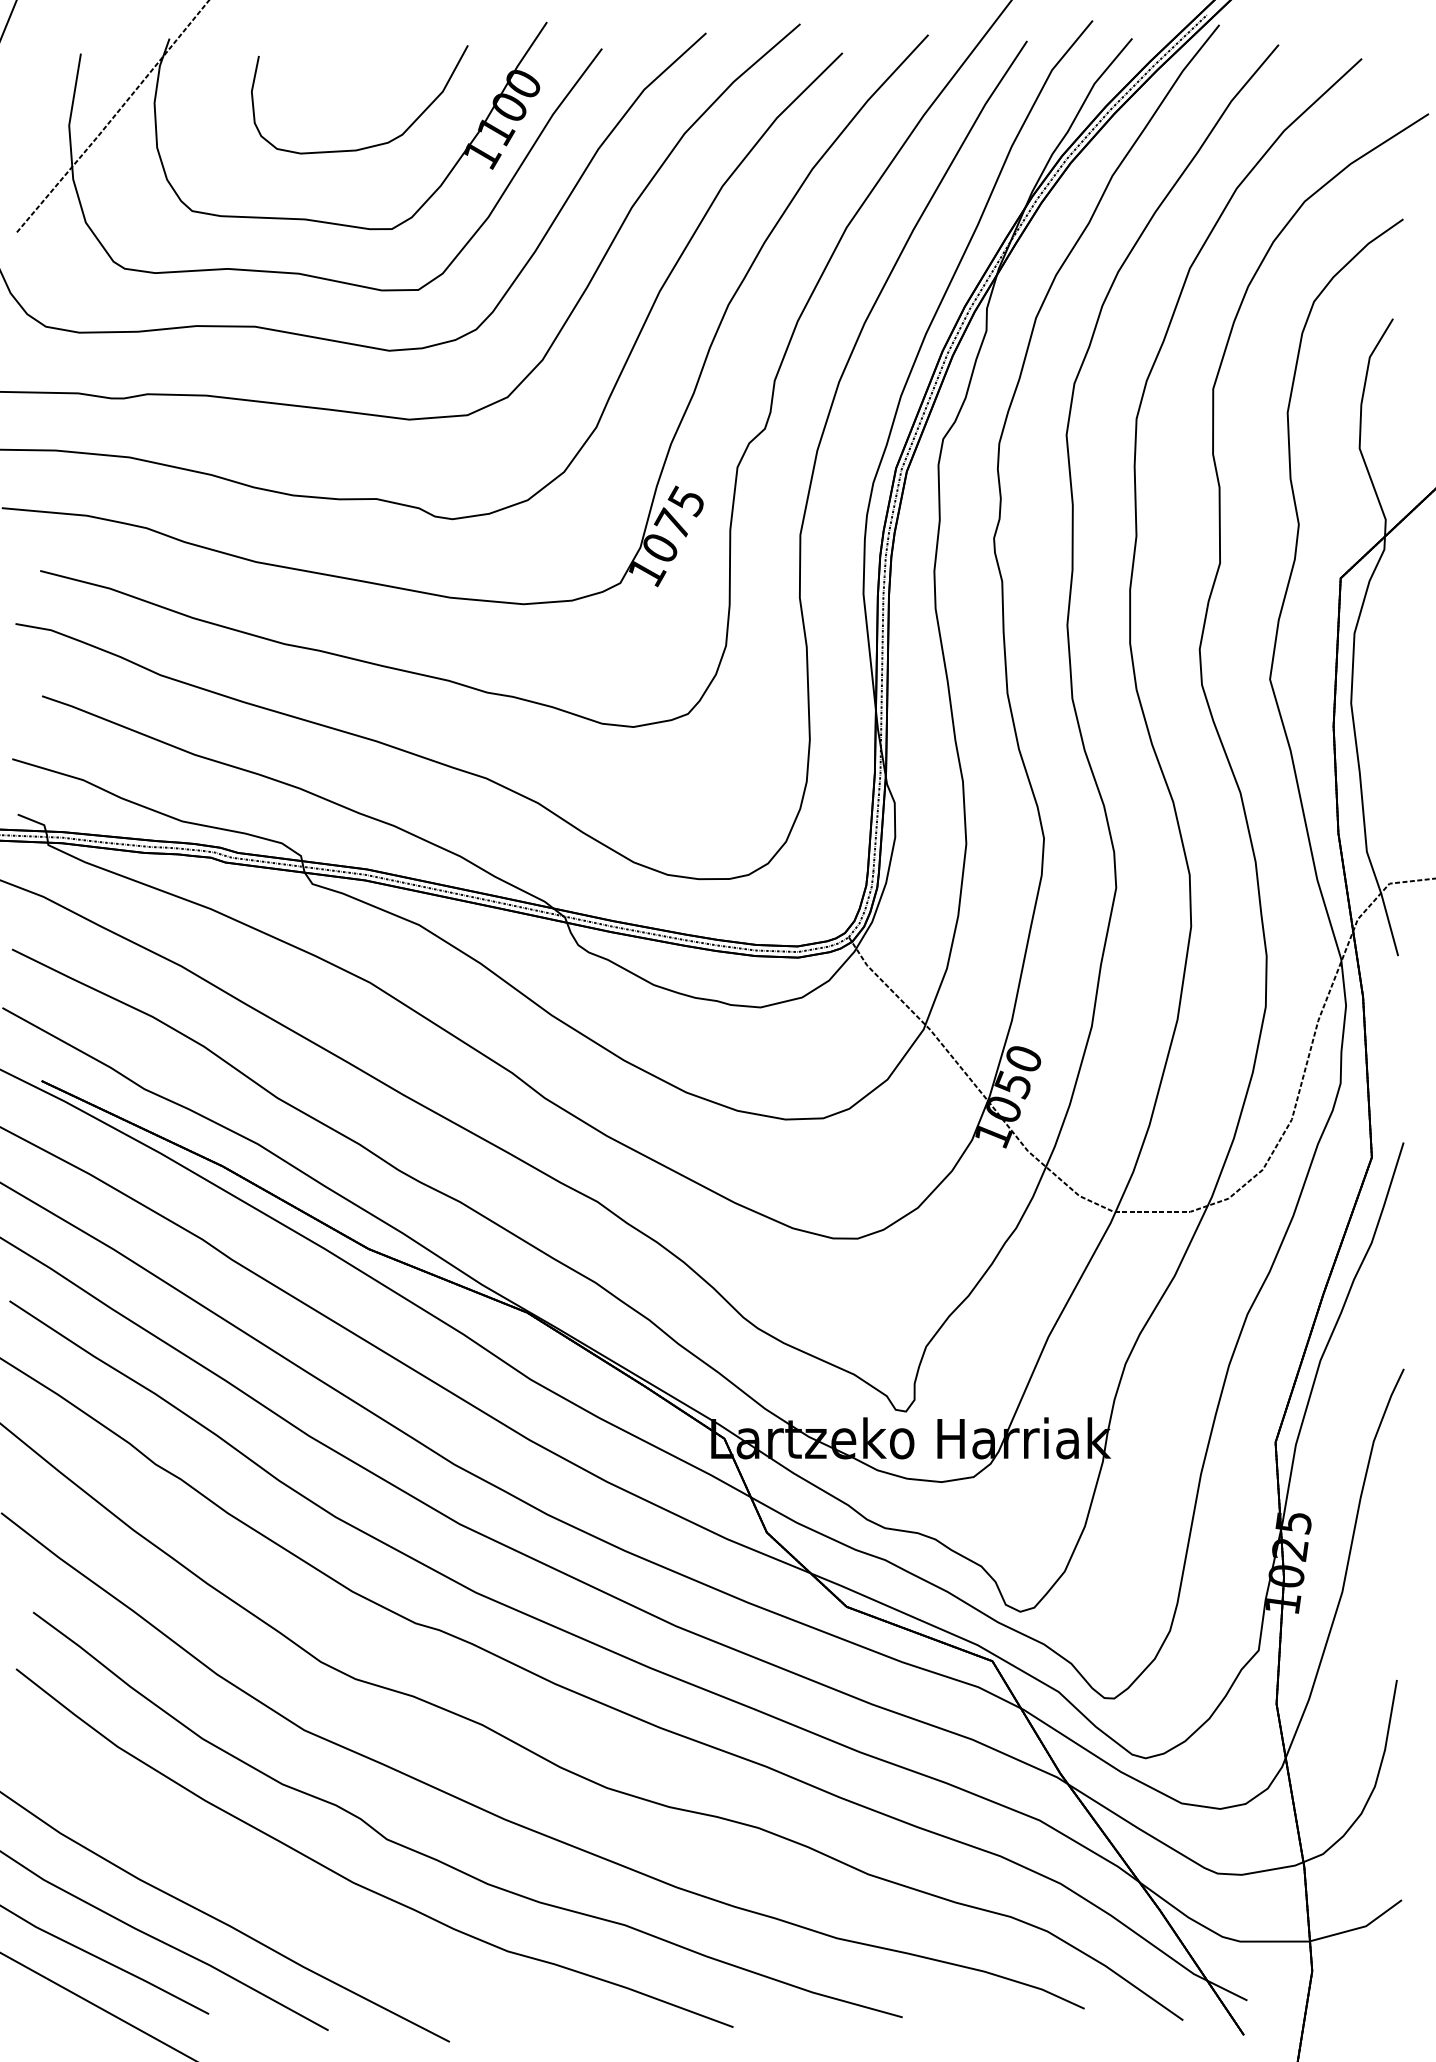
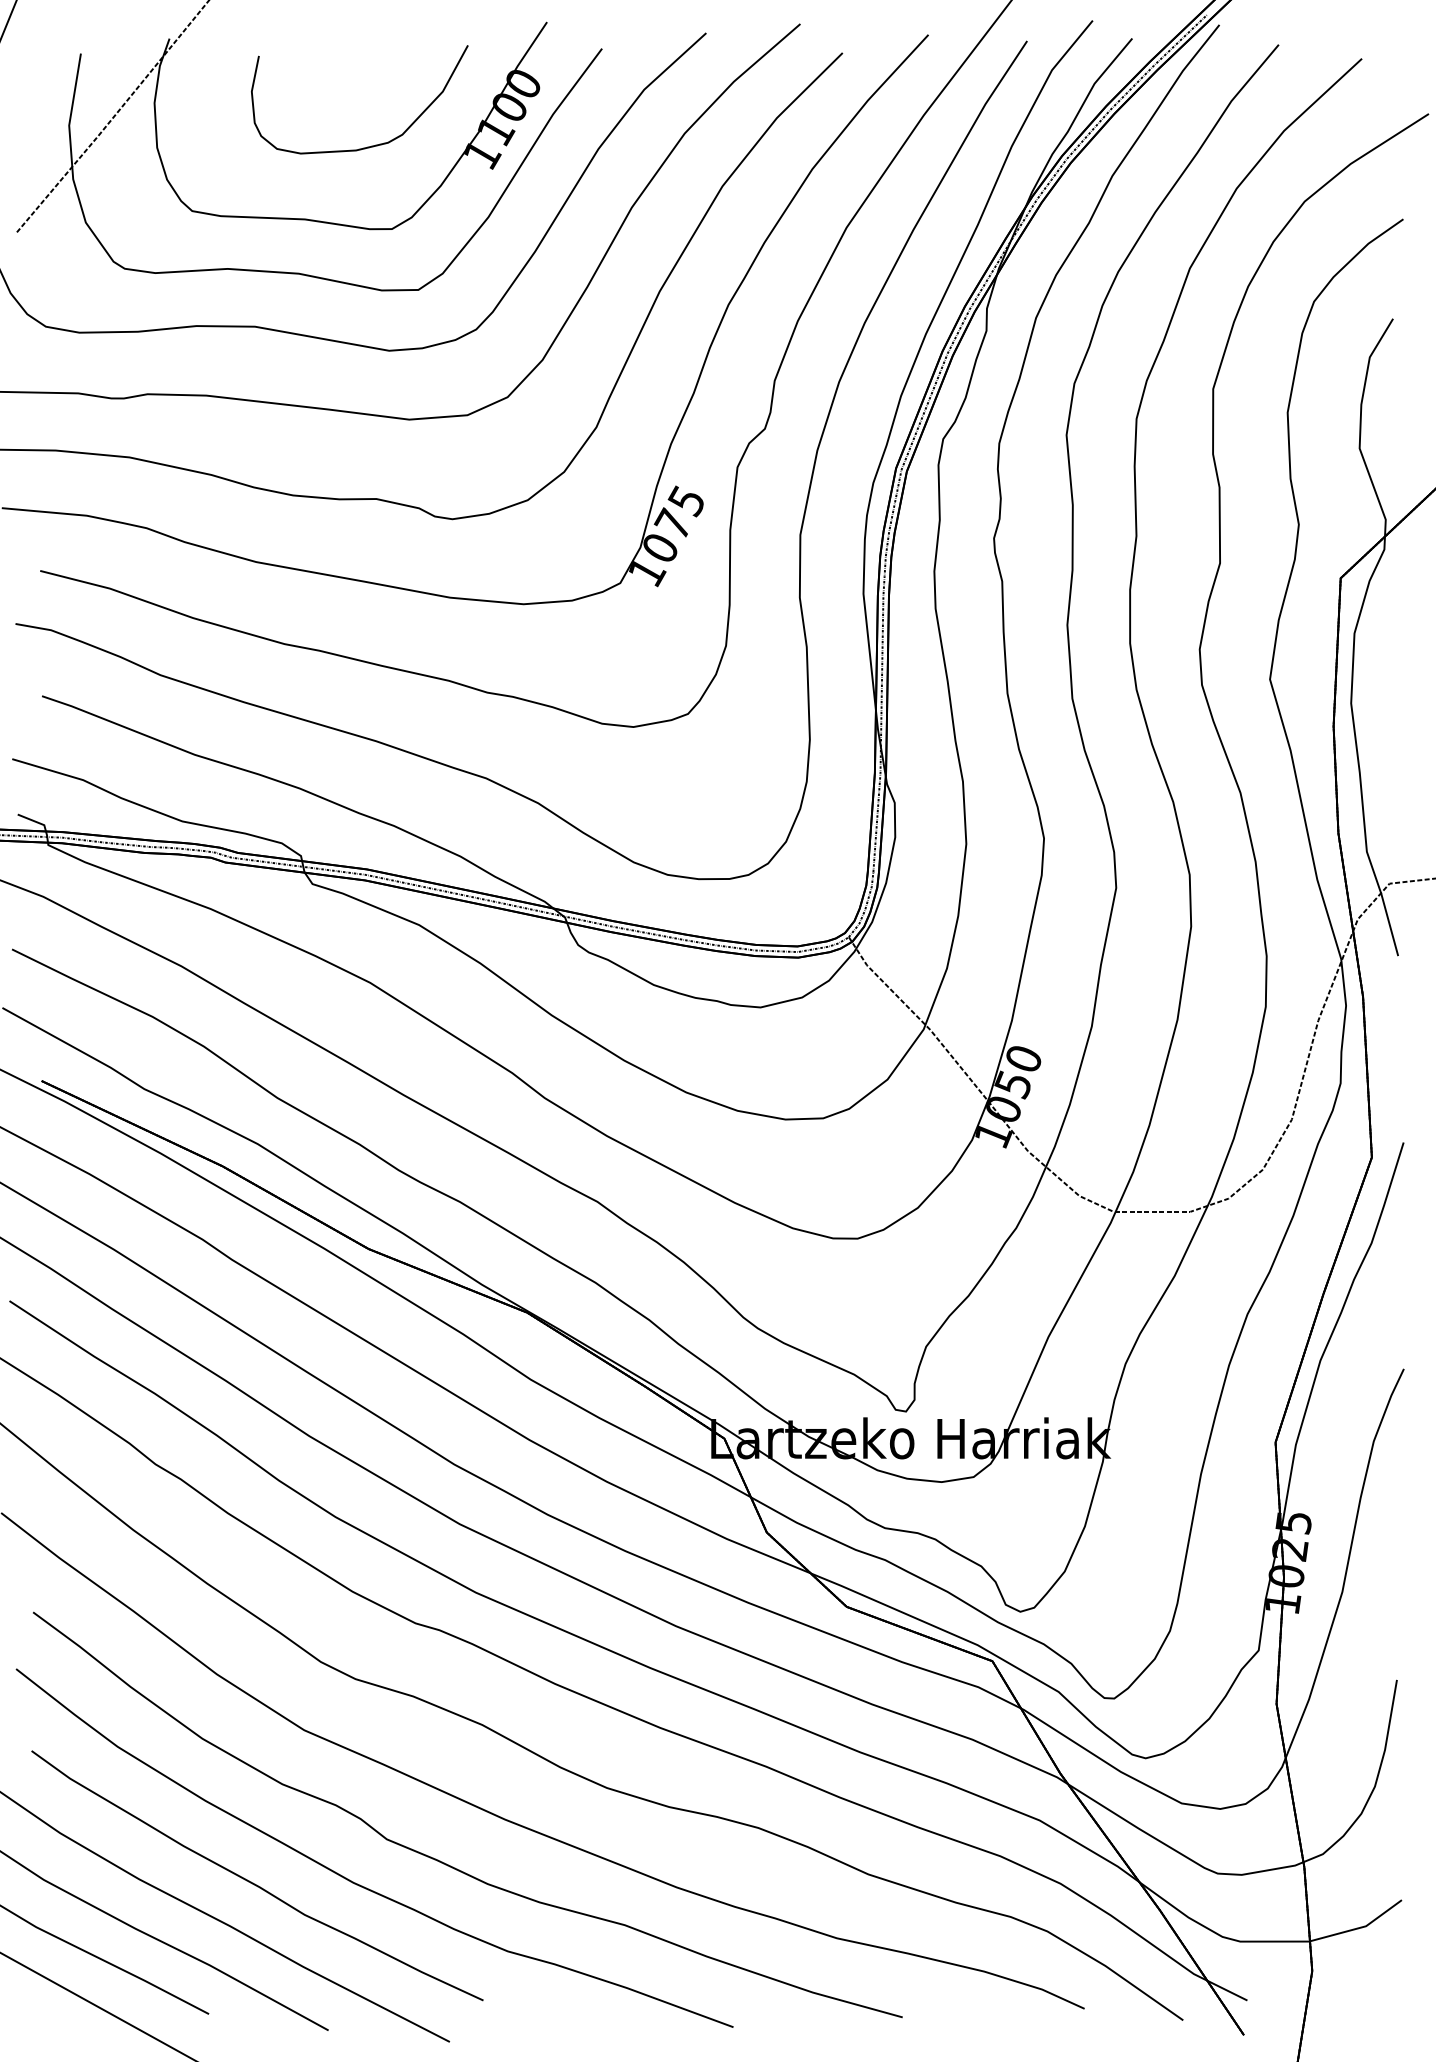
curve at (253, 1882): none -> present
